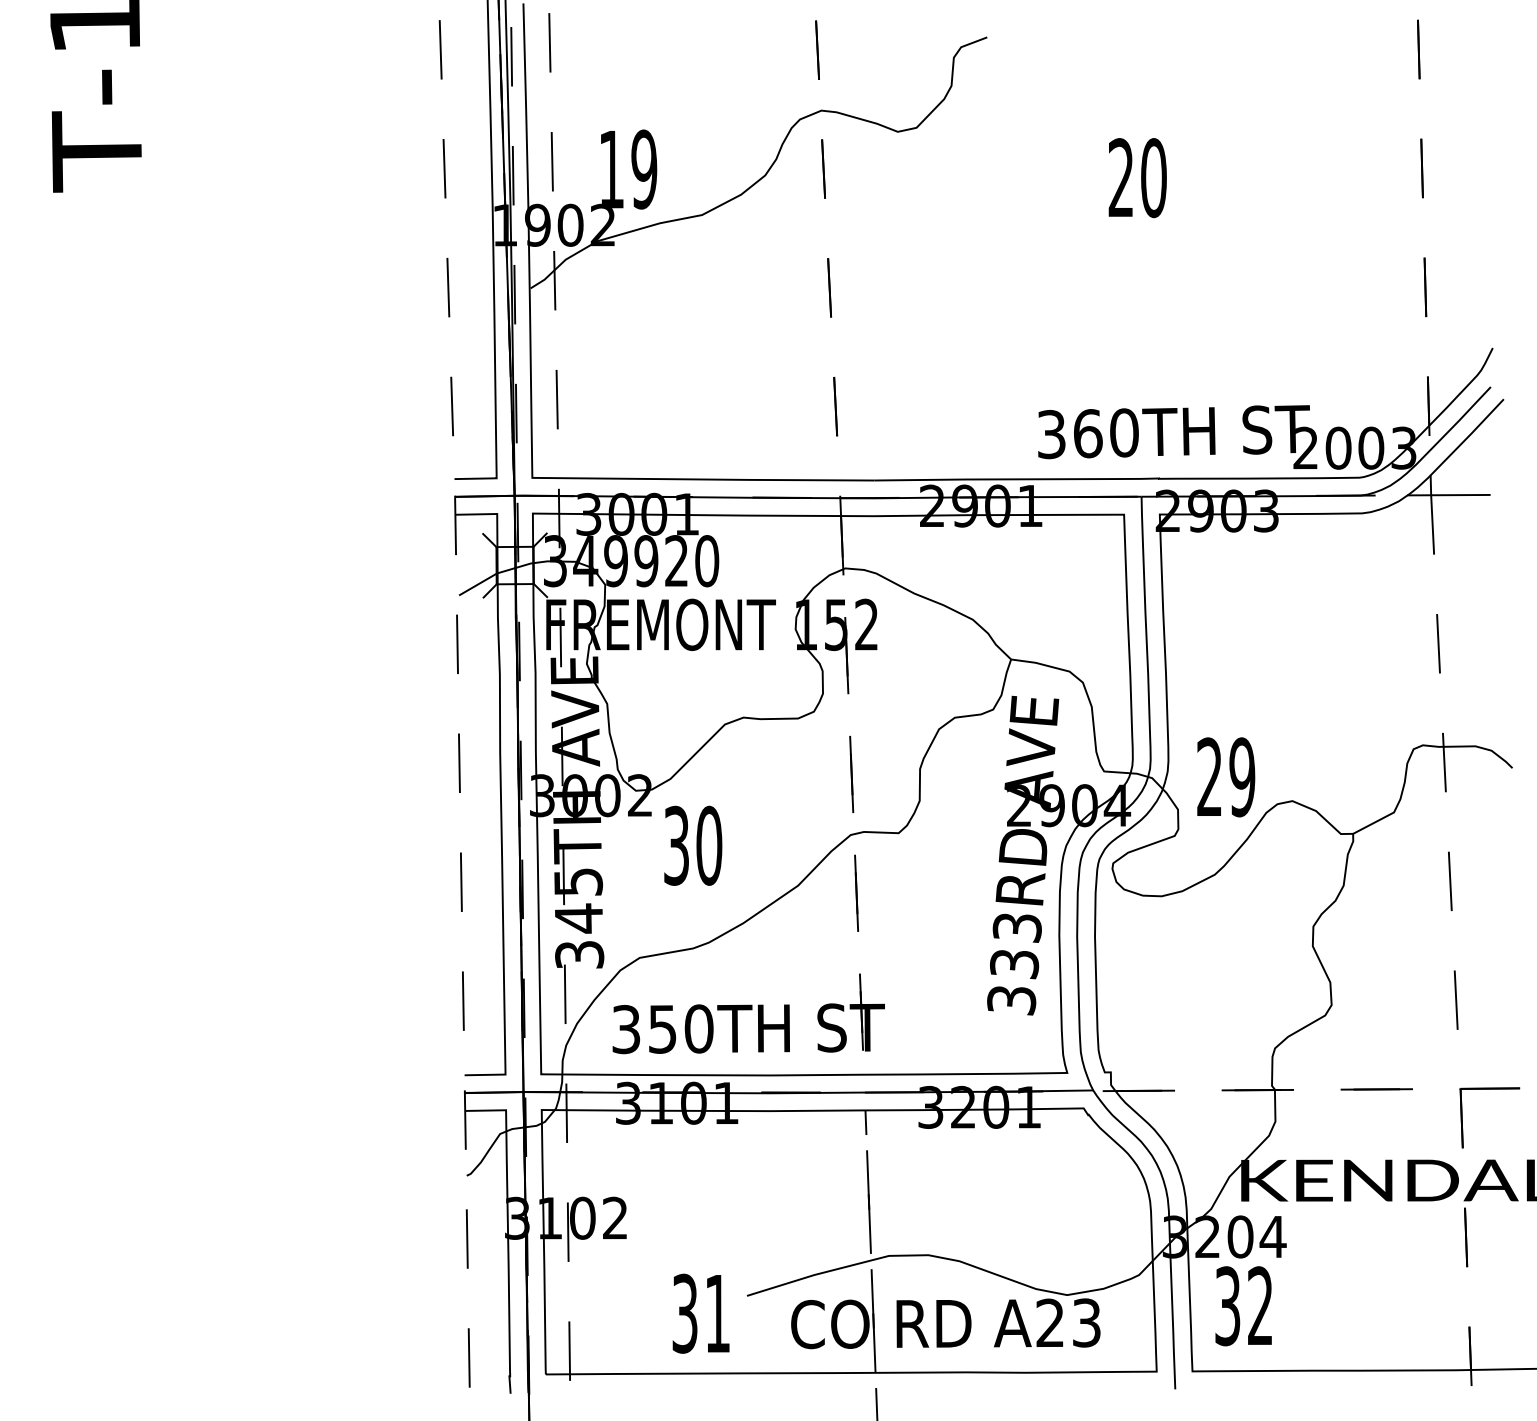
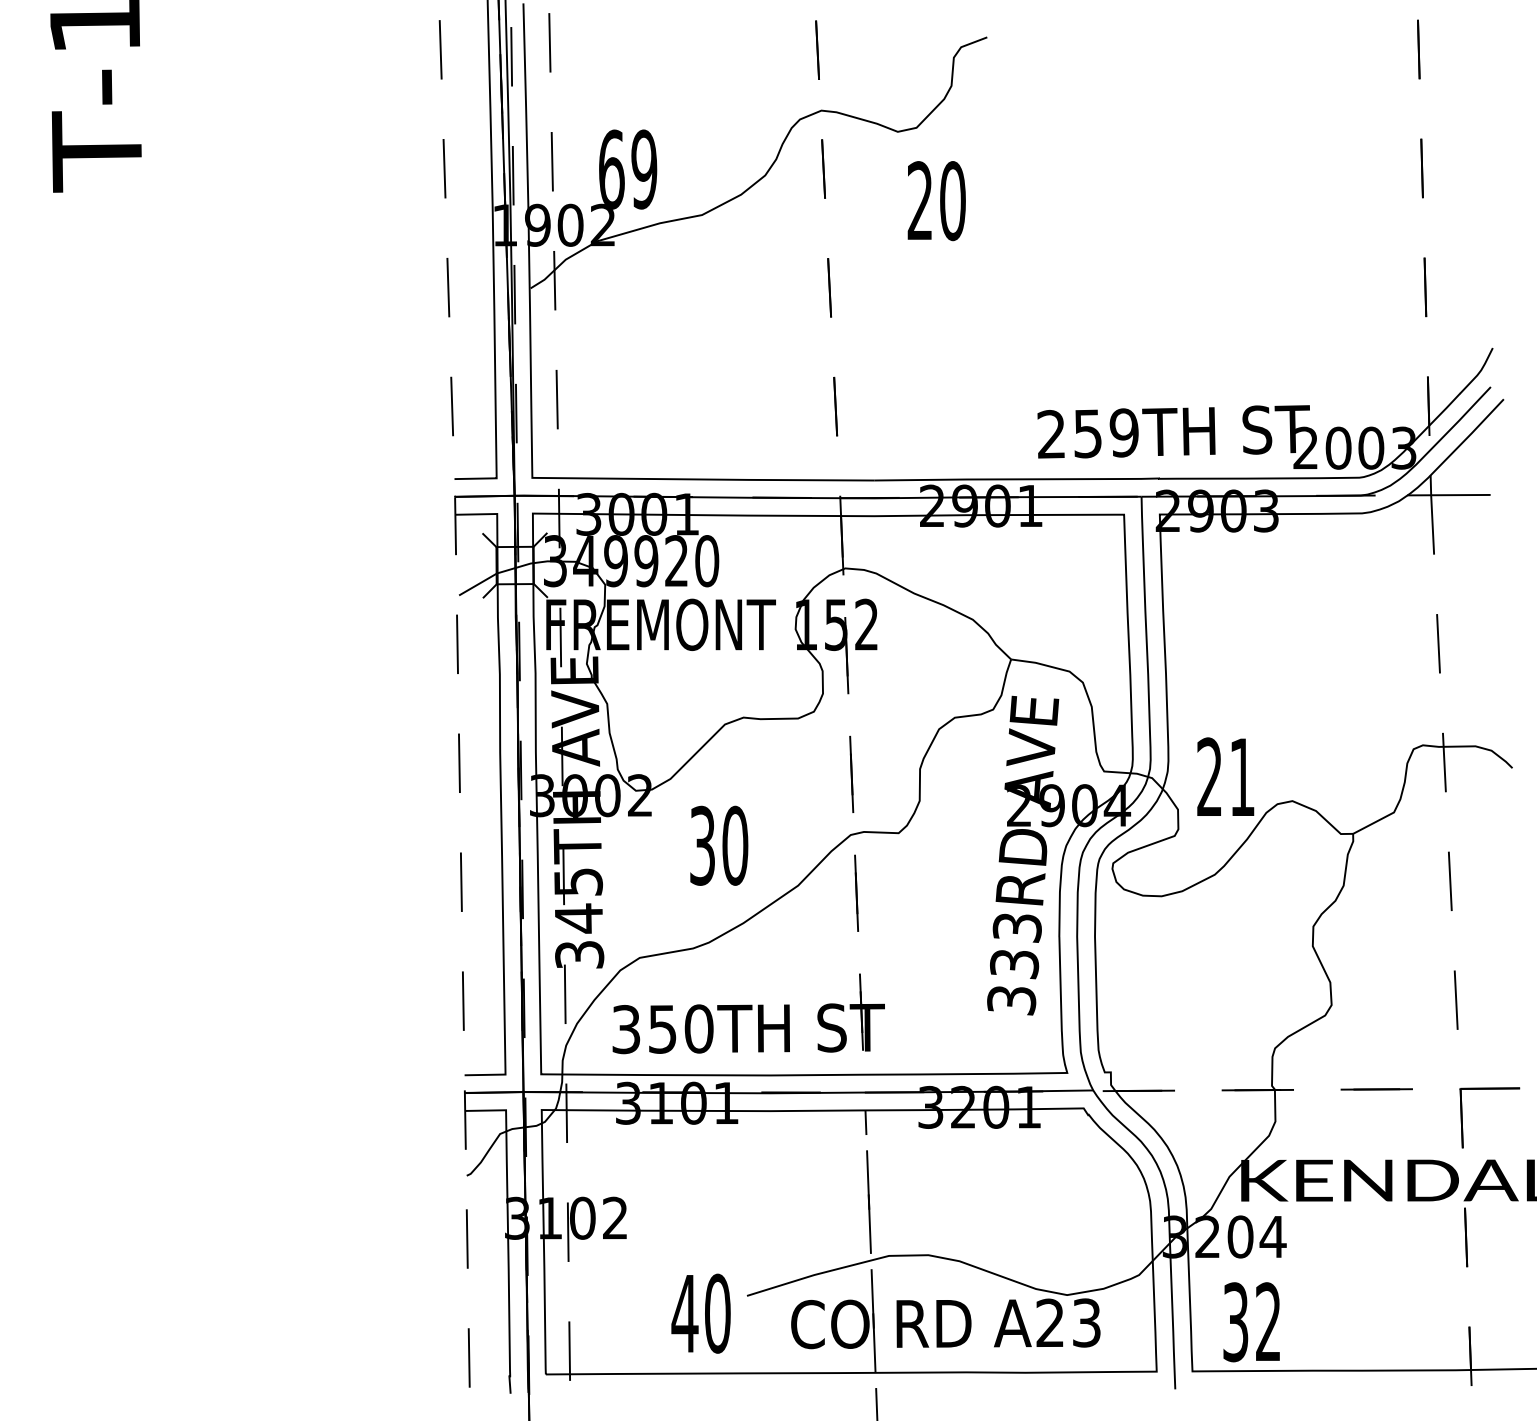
text at (611, 169): 19 -> 69
text at (1137, 178) position: (1137, 178) -> (936, 201)
text at (1087, 433): 360TH -> 259TH
text at (1242, 777): 29 -> 21
text at (693, 845) position: (693, 845) -> (719, 845)
text at (1243, 1306) position: (1243, 1306) -> (1251, 1322)
text at (700, 1313): 31 -> 40
